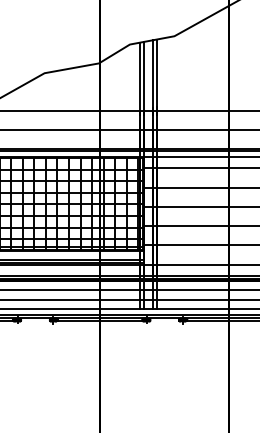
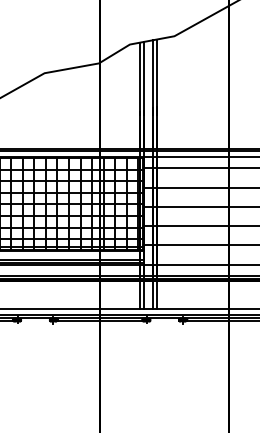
line at (129, 110): present -> none
line at (129, 129): present -> none
line at (129, 290): present -> none
line at (129, 299): present -> none
